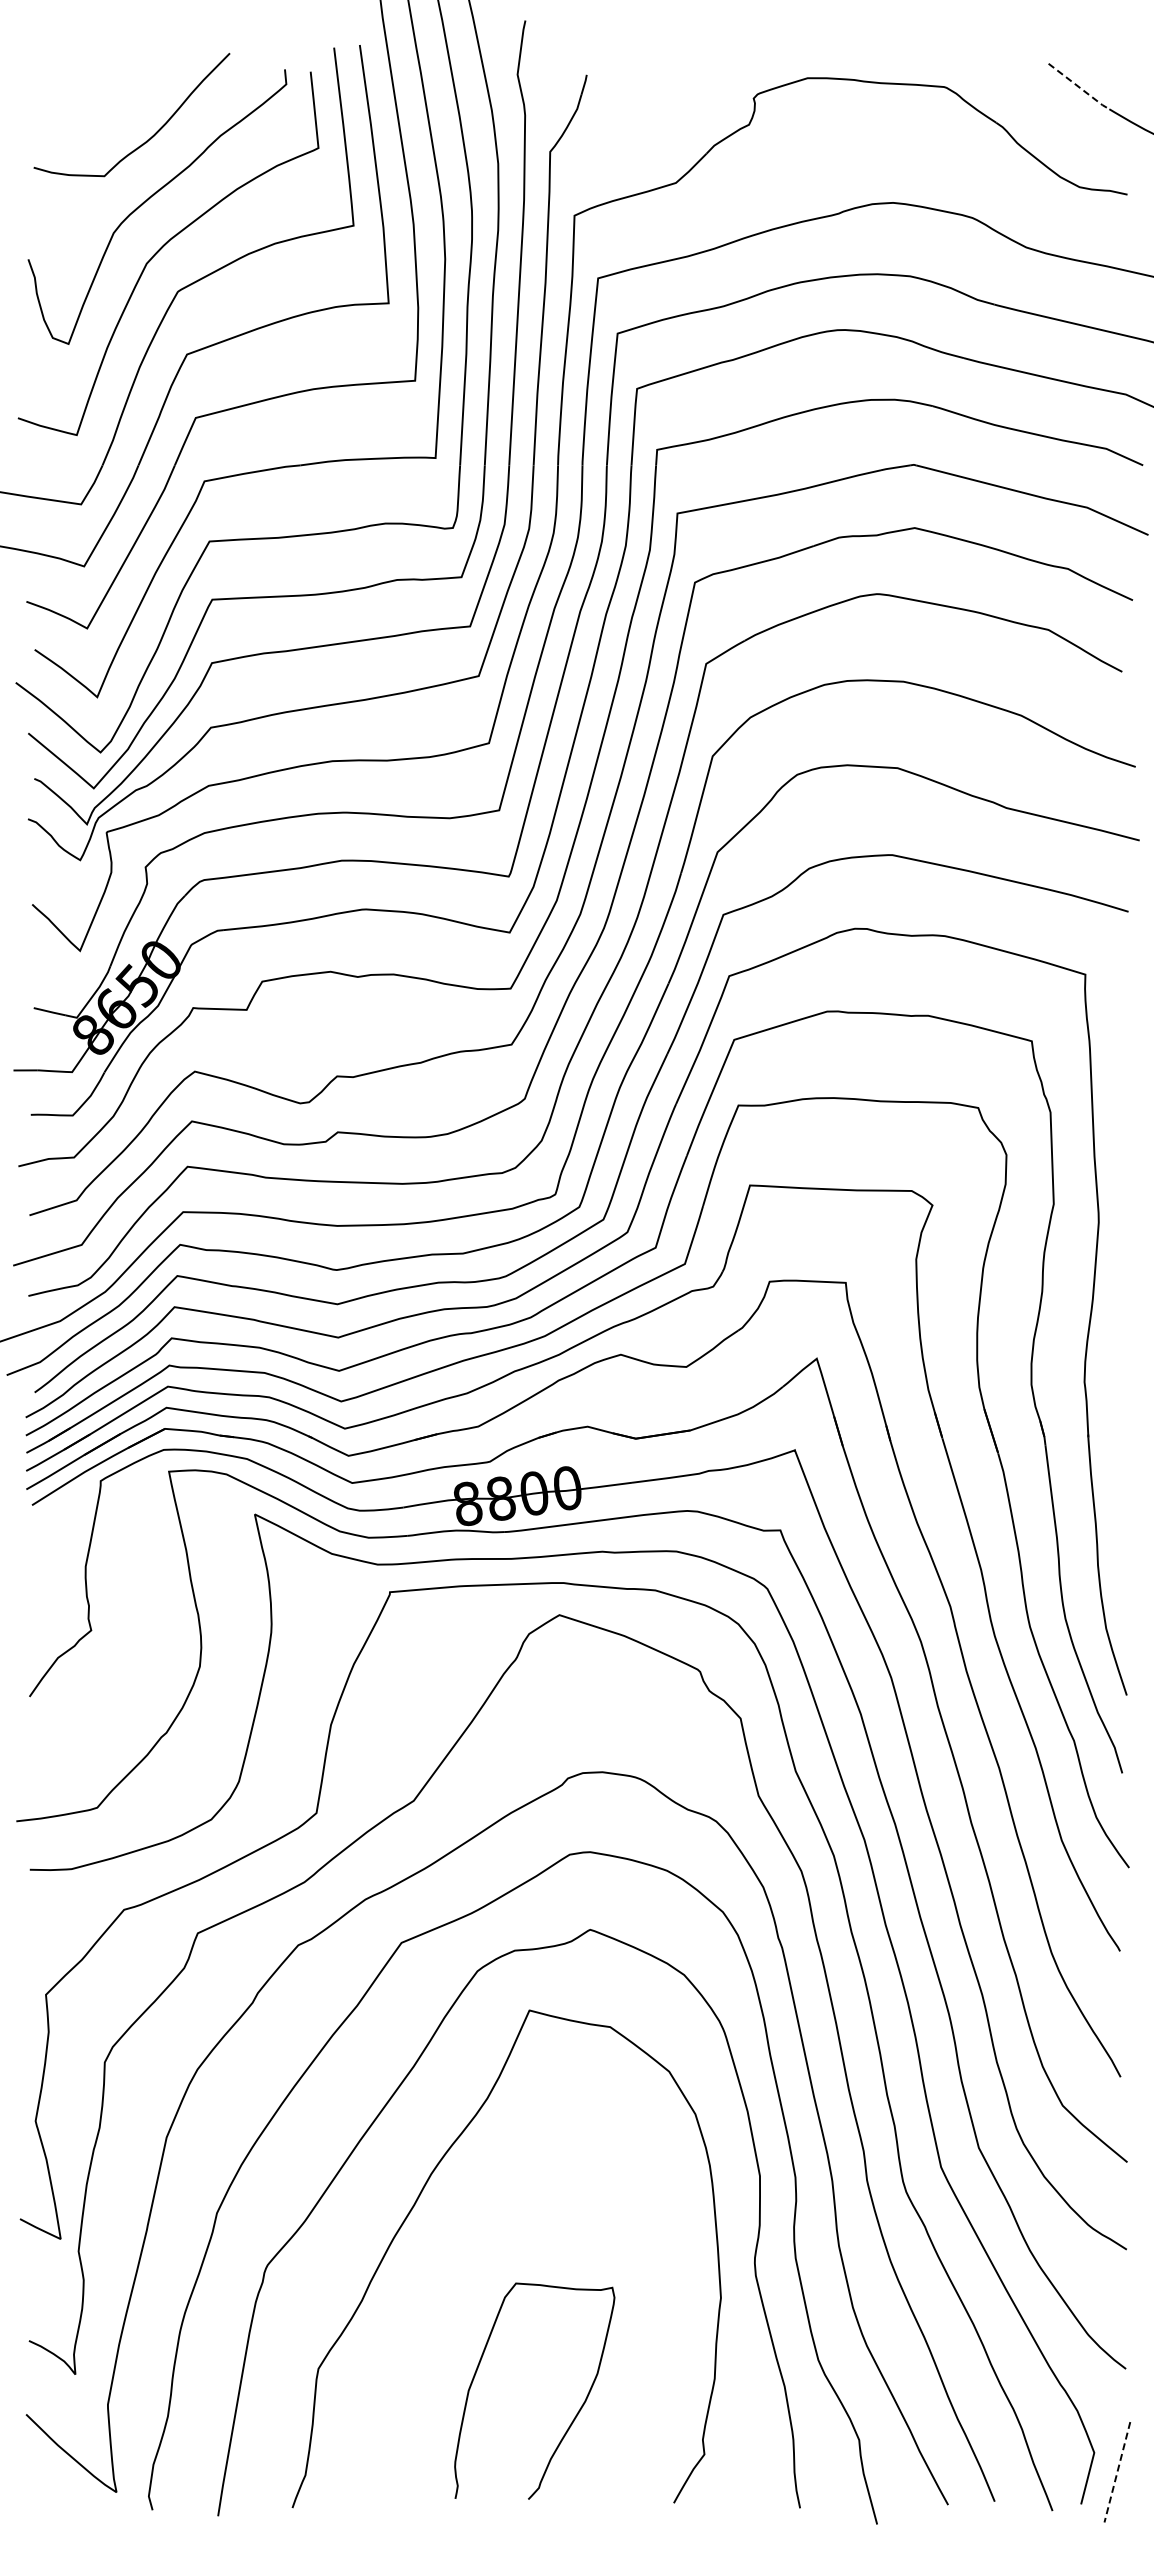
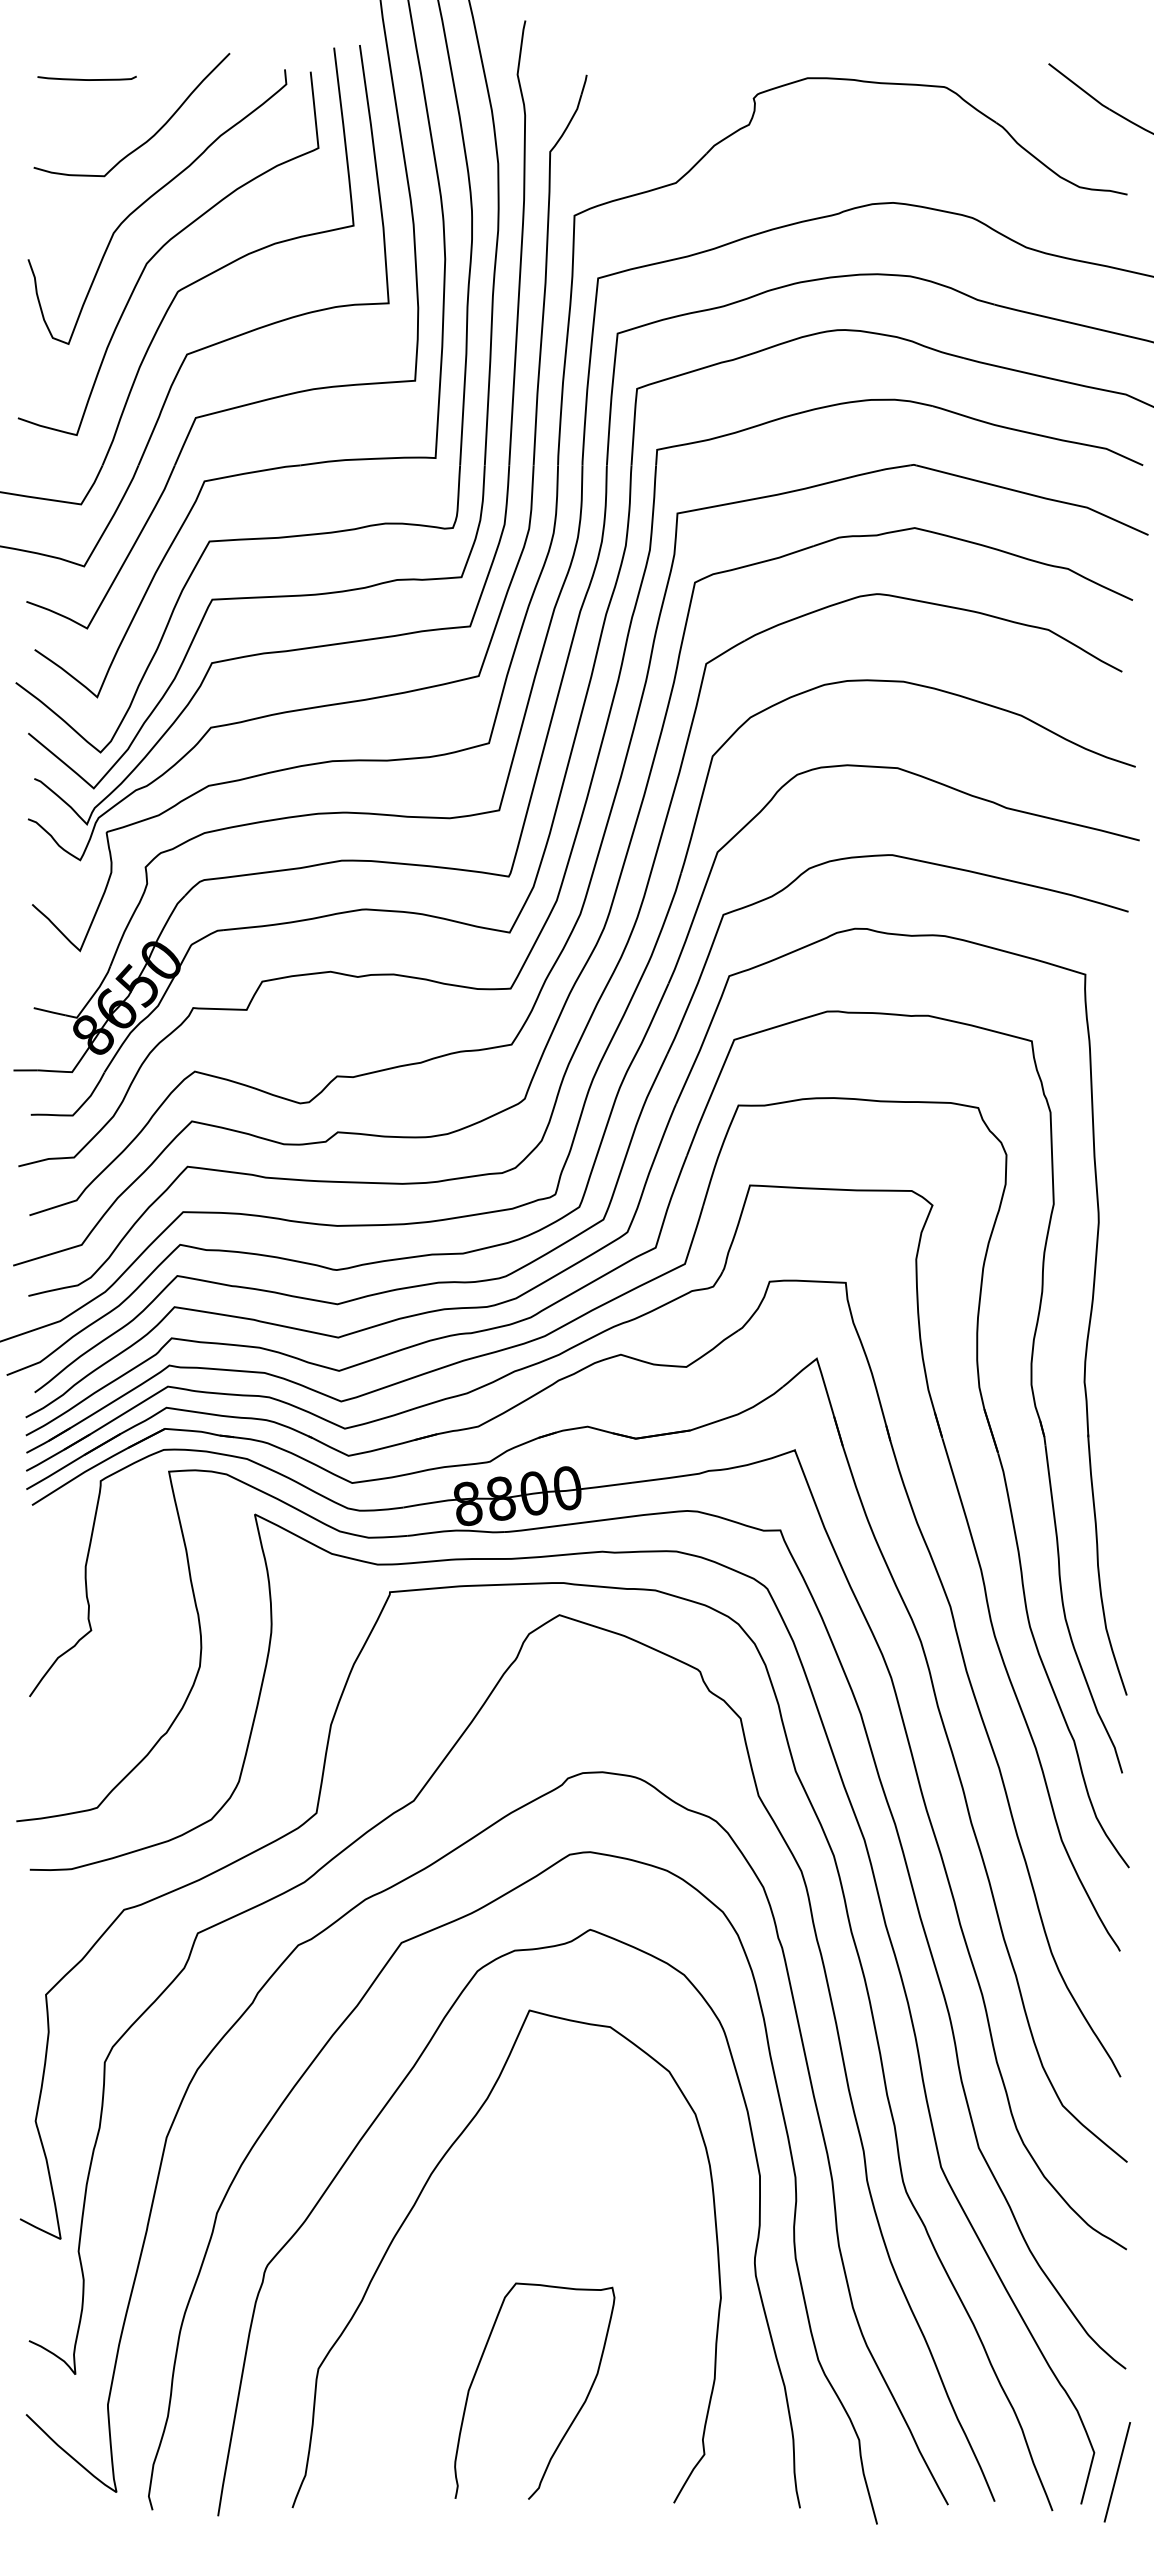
curve at (86, 79): none -> present
line at (1079, 87): dashed -> solid
line at (1117, 2472): dashed -> solid
